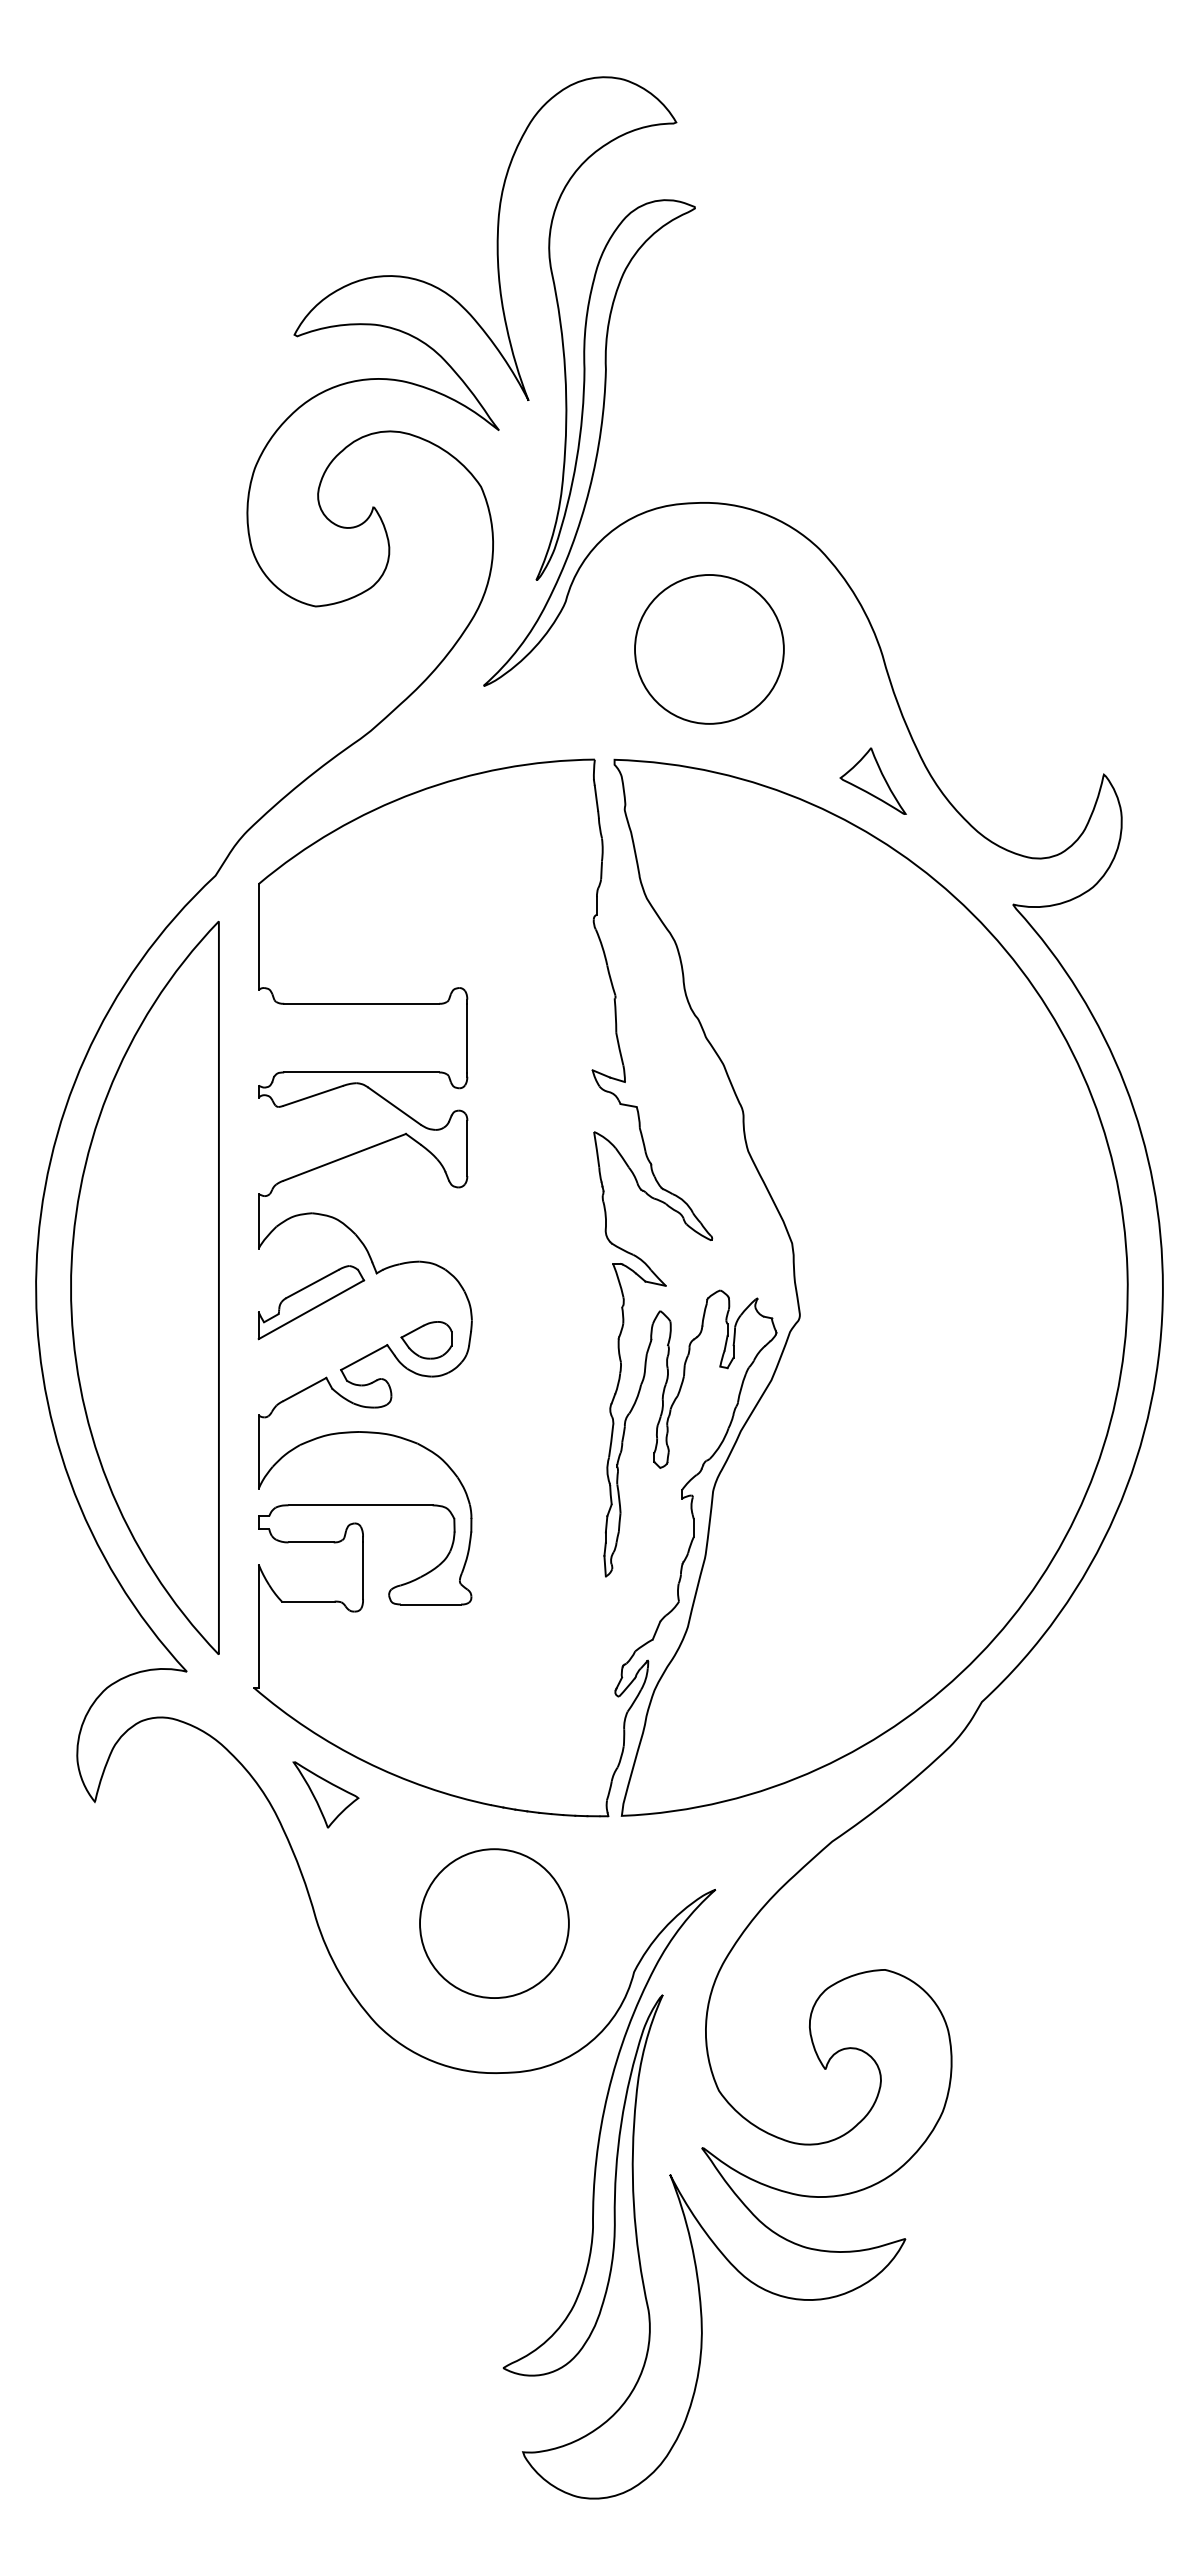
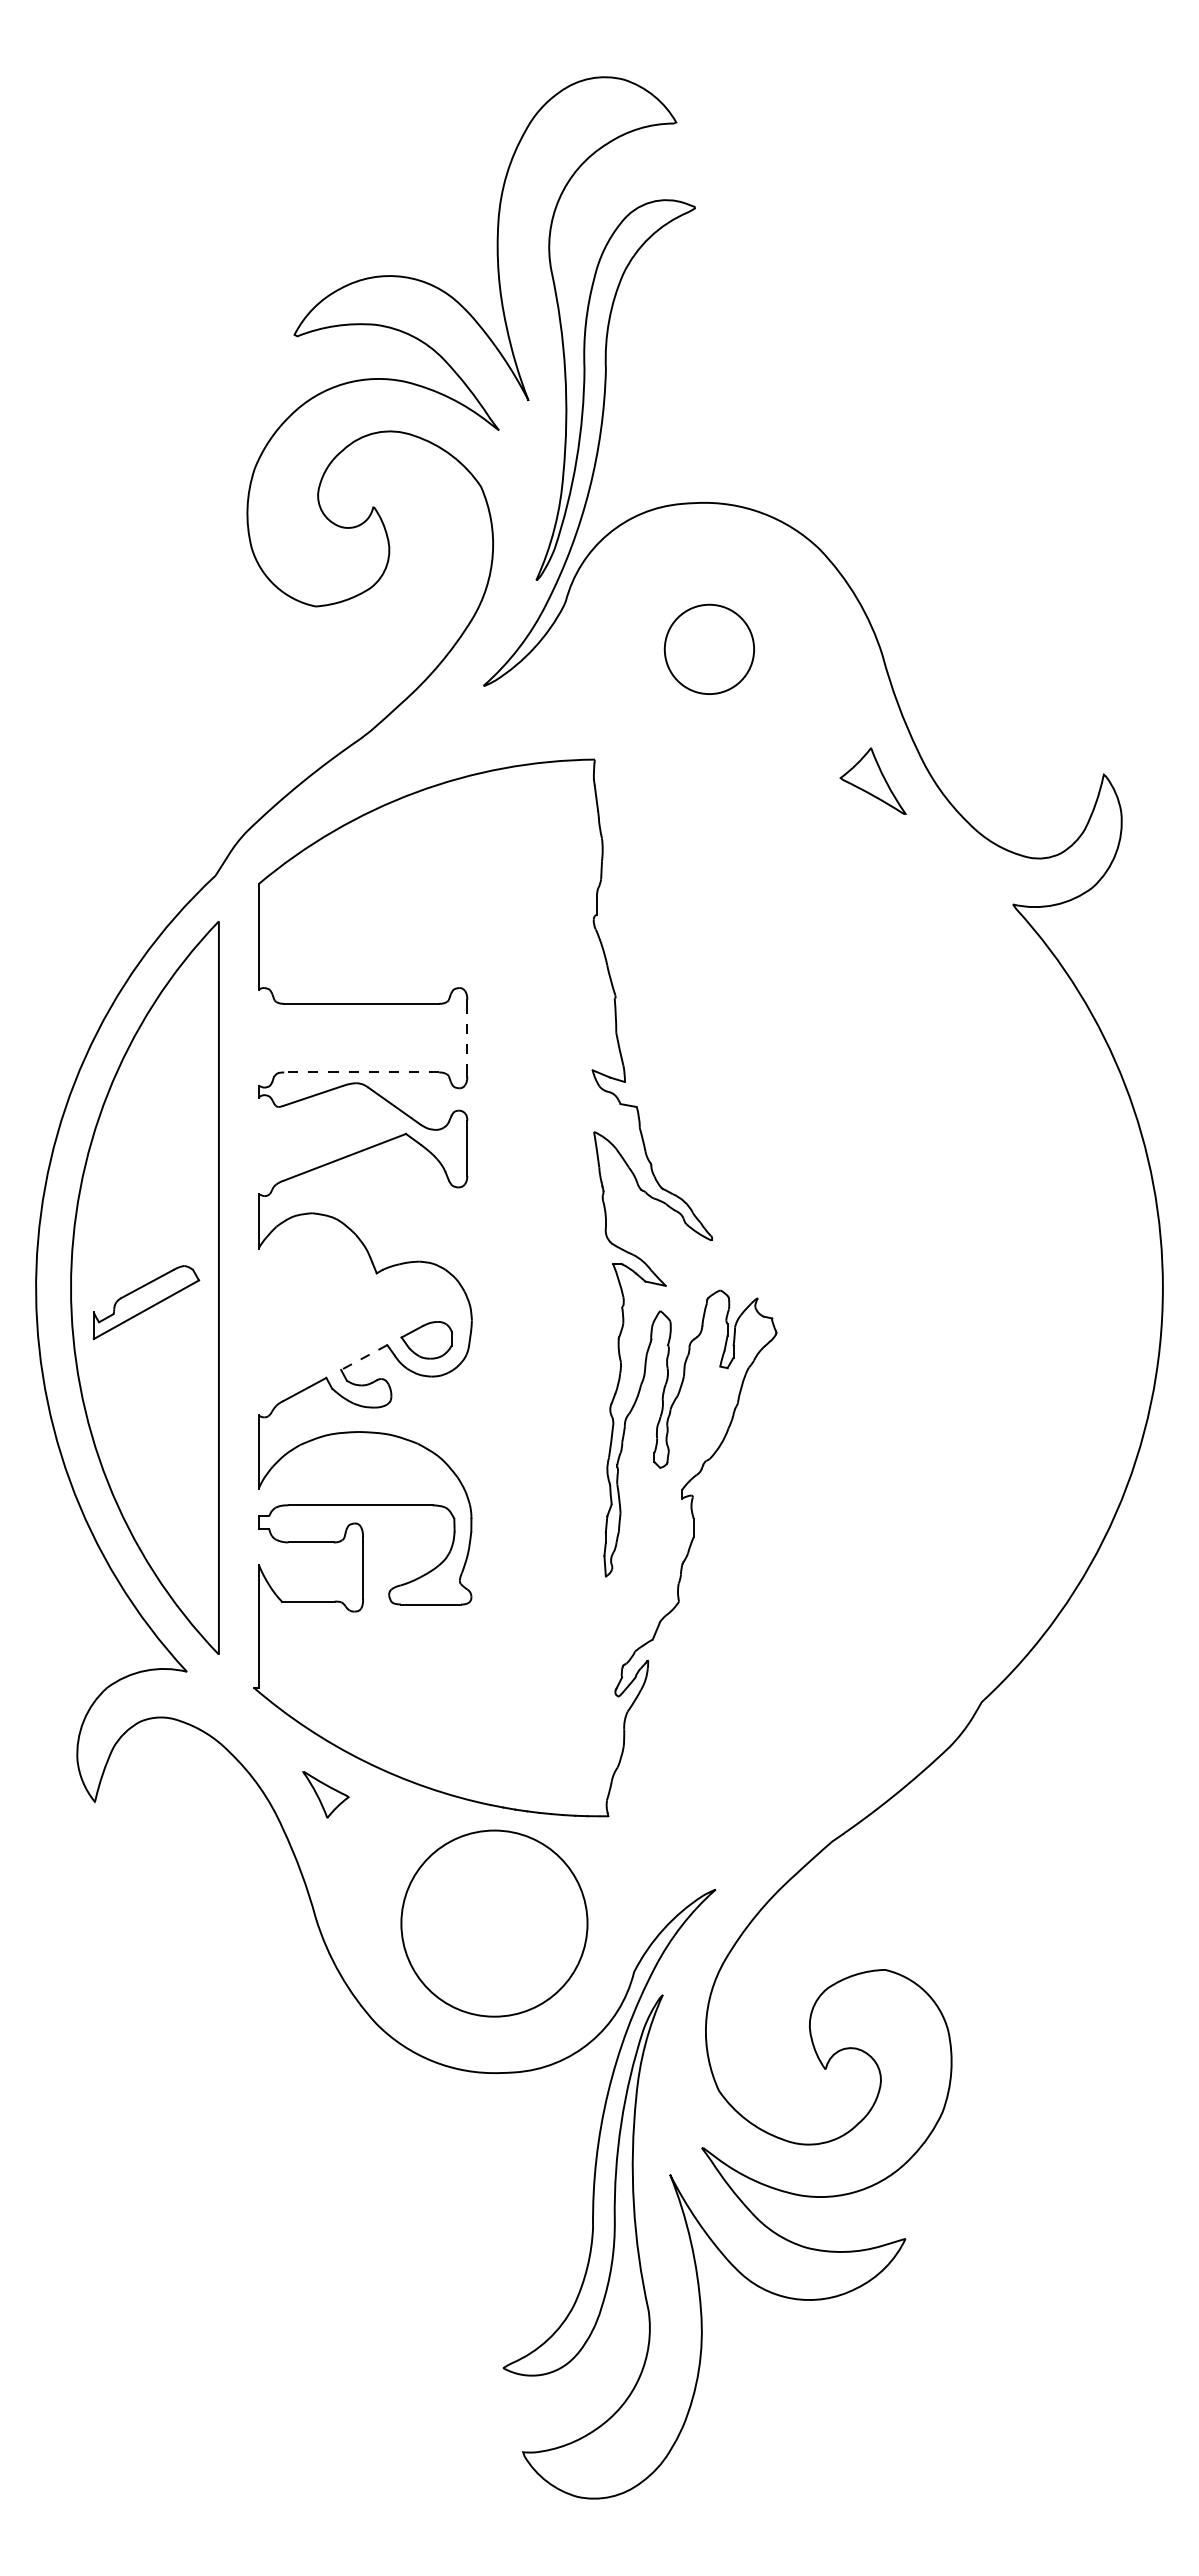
circle at (709, 649) diameter: 149 px -> 89 px
line at (467, 1038): solid -> dashed
line at (361, 1072): solid -> dashed
part at (870, 1287): present -> none
part at (311, 1302) position: (311, 1302) -> (146, 1302)
line at (363, 1357): solid -> dashed
part at (325, 1794) size: 68x68 px -> 48x48 px
circle at (494, 1923) diameter: 149 px -> 186 px
